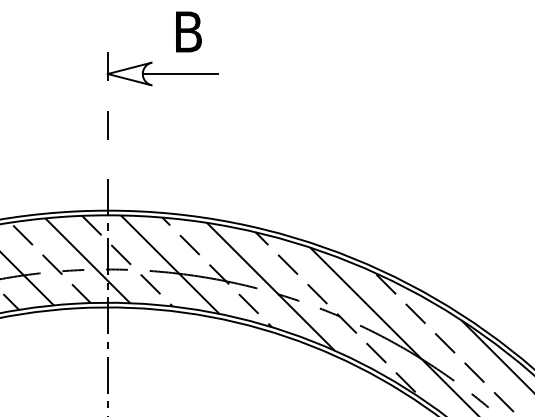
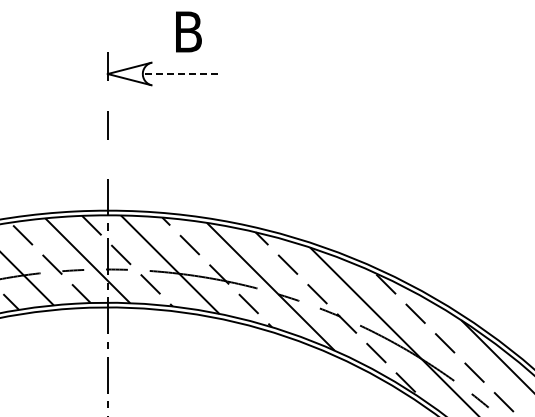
line at (180, 74): solid -> dashed
